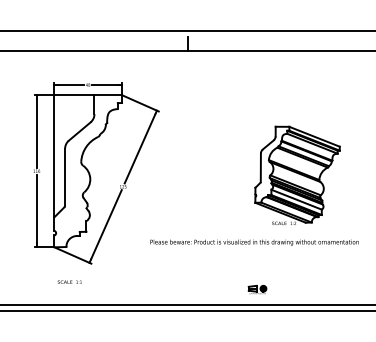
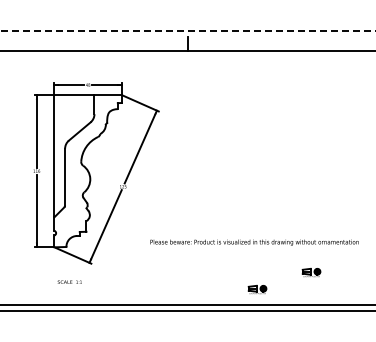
line at (188, 30): solid -> dashed
part at (297, 174): present -> none
part at (311, 272): none -> present
